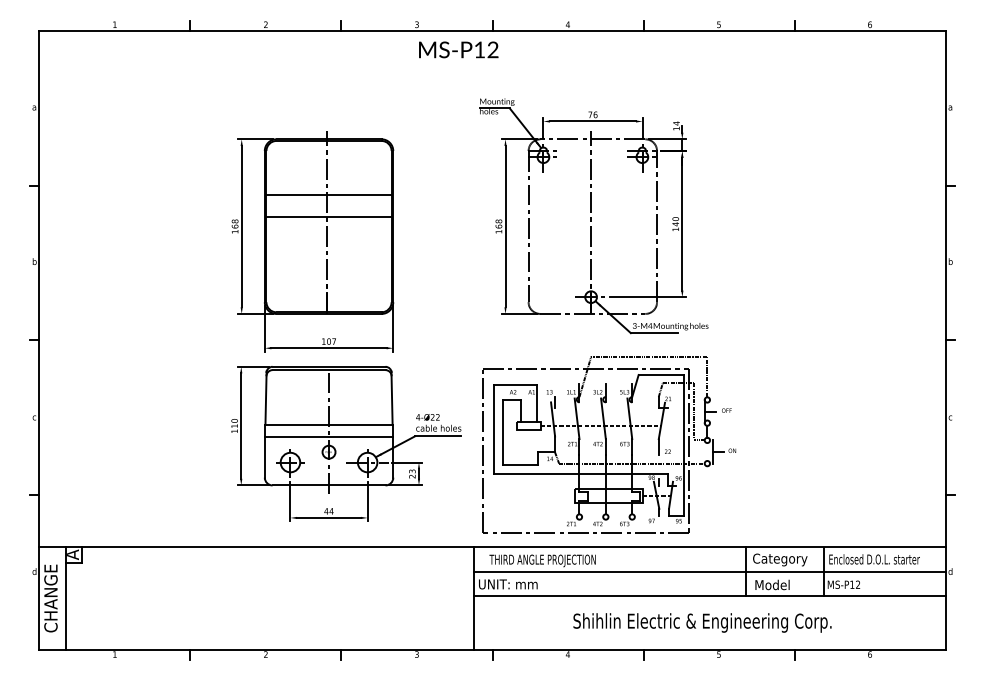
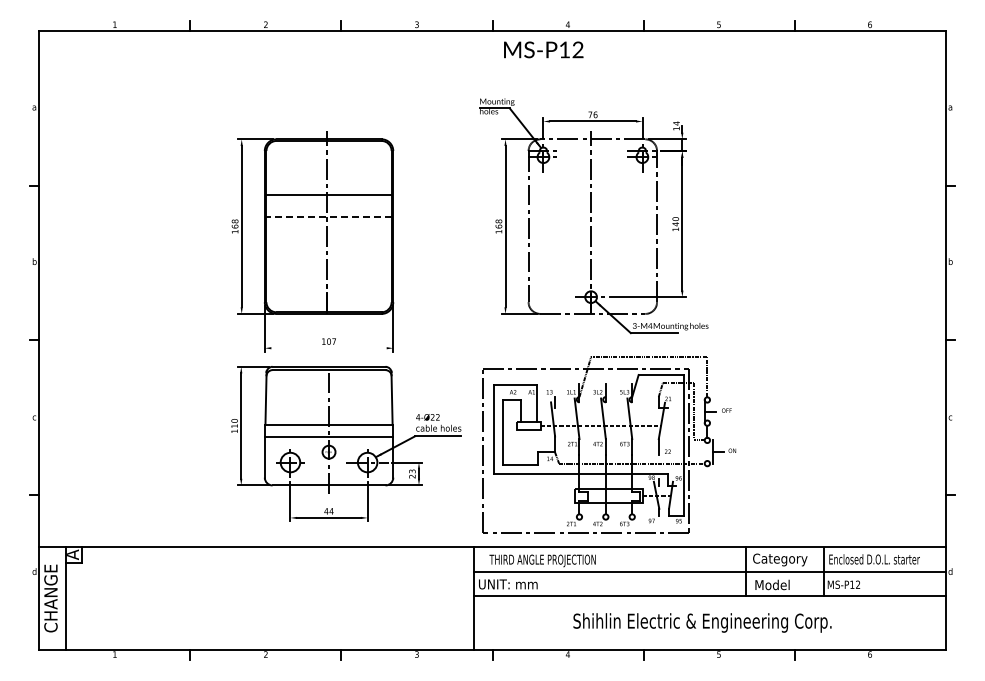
text at (458, 49) position: (458, 49) -> (543, 49)
line at (329, 217): solid -> dashed
line at (328, 348): present -> none
